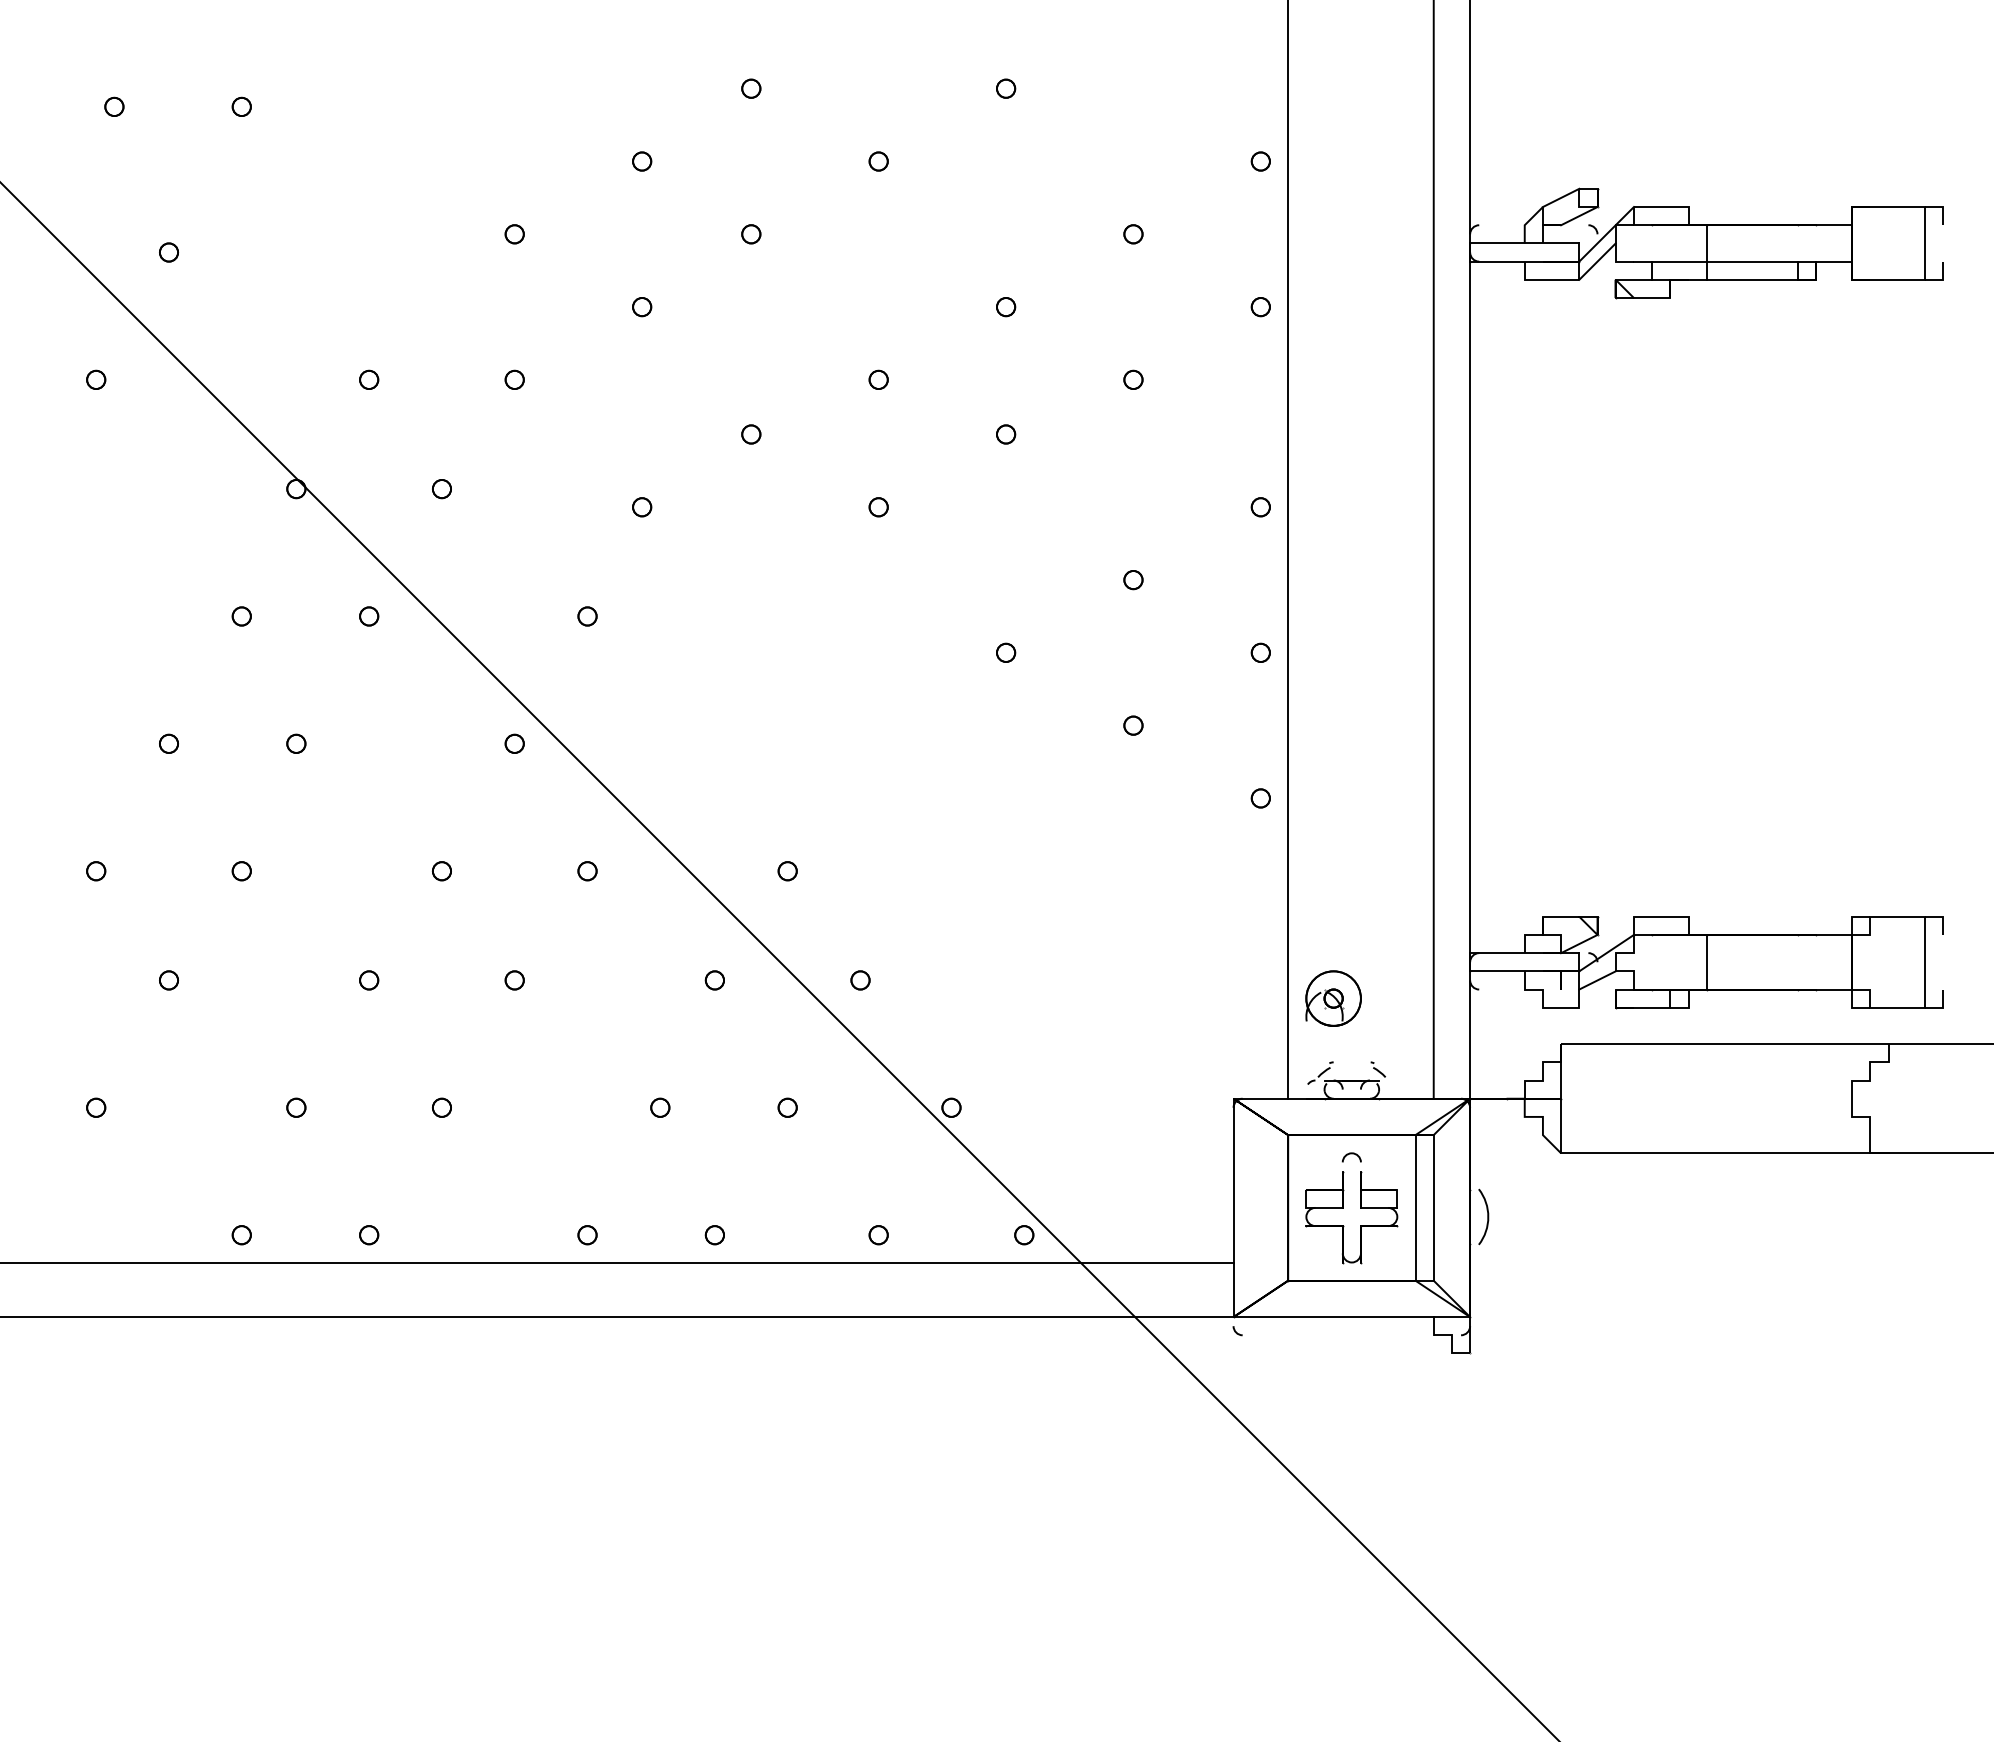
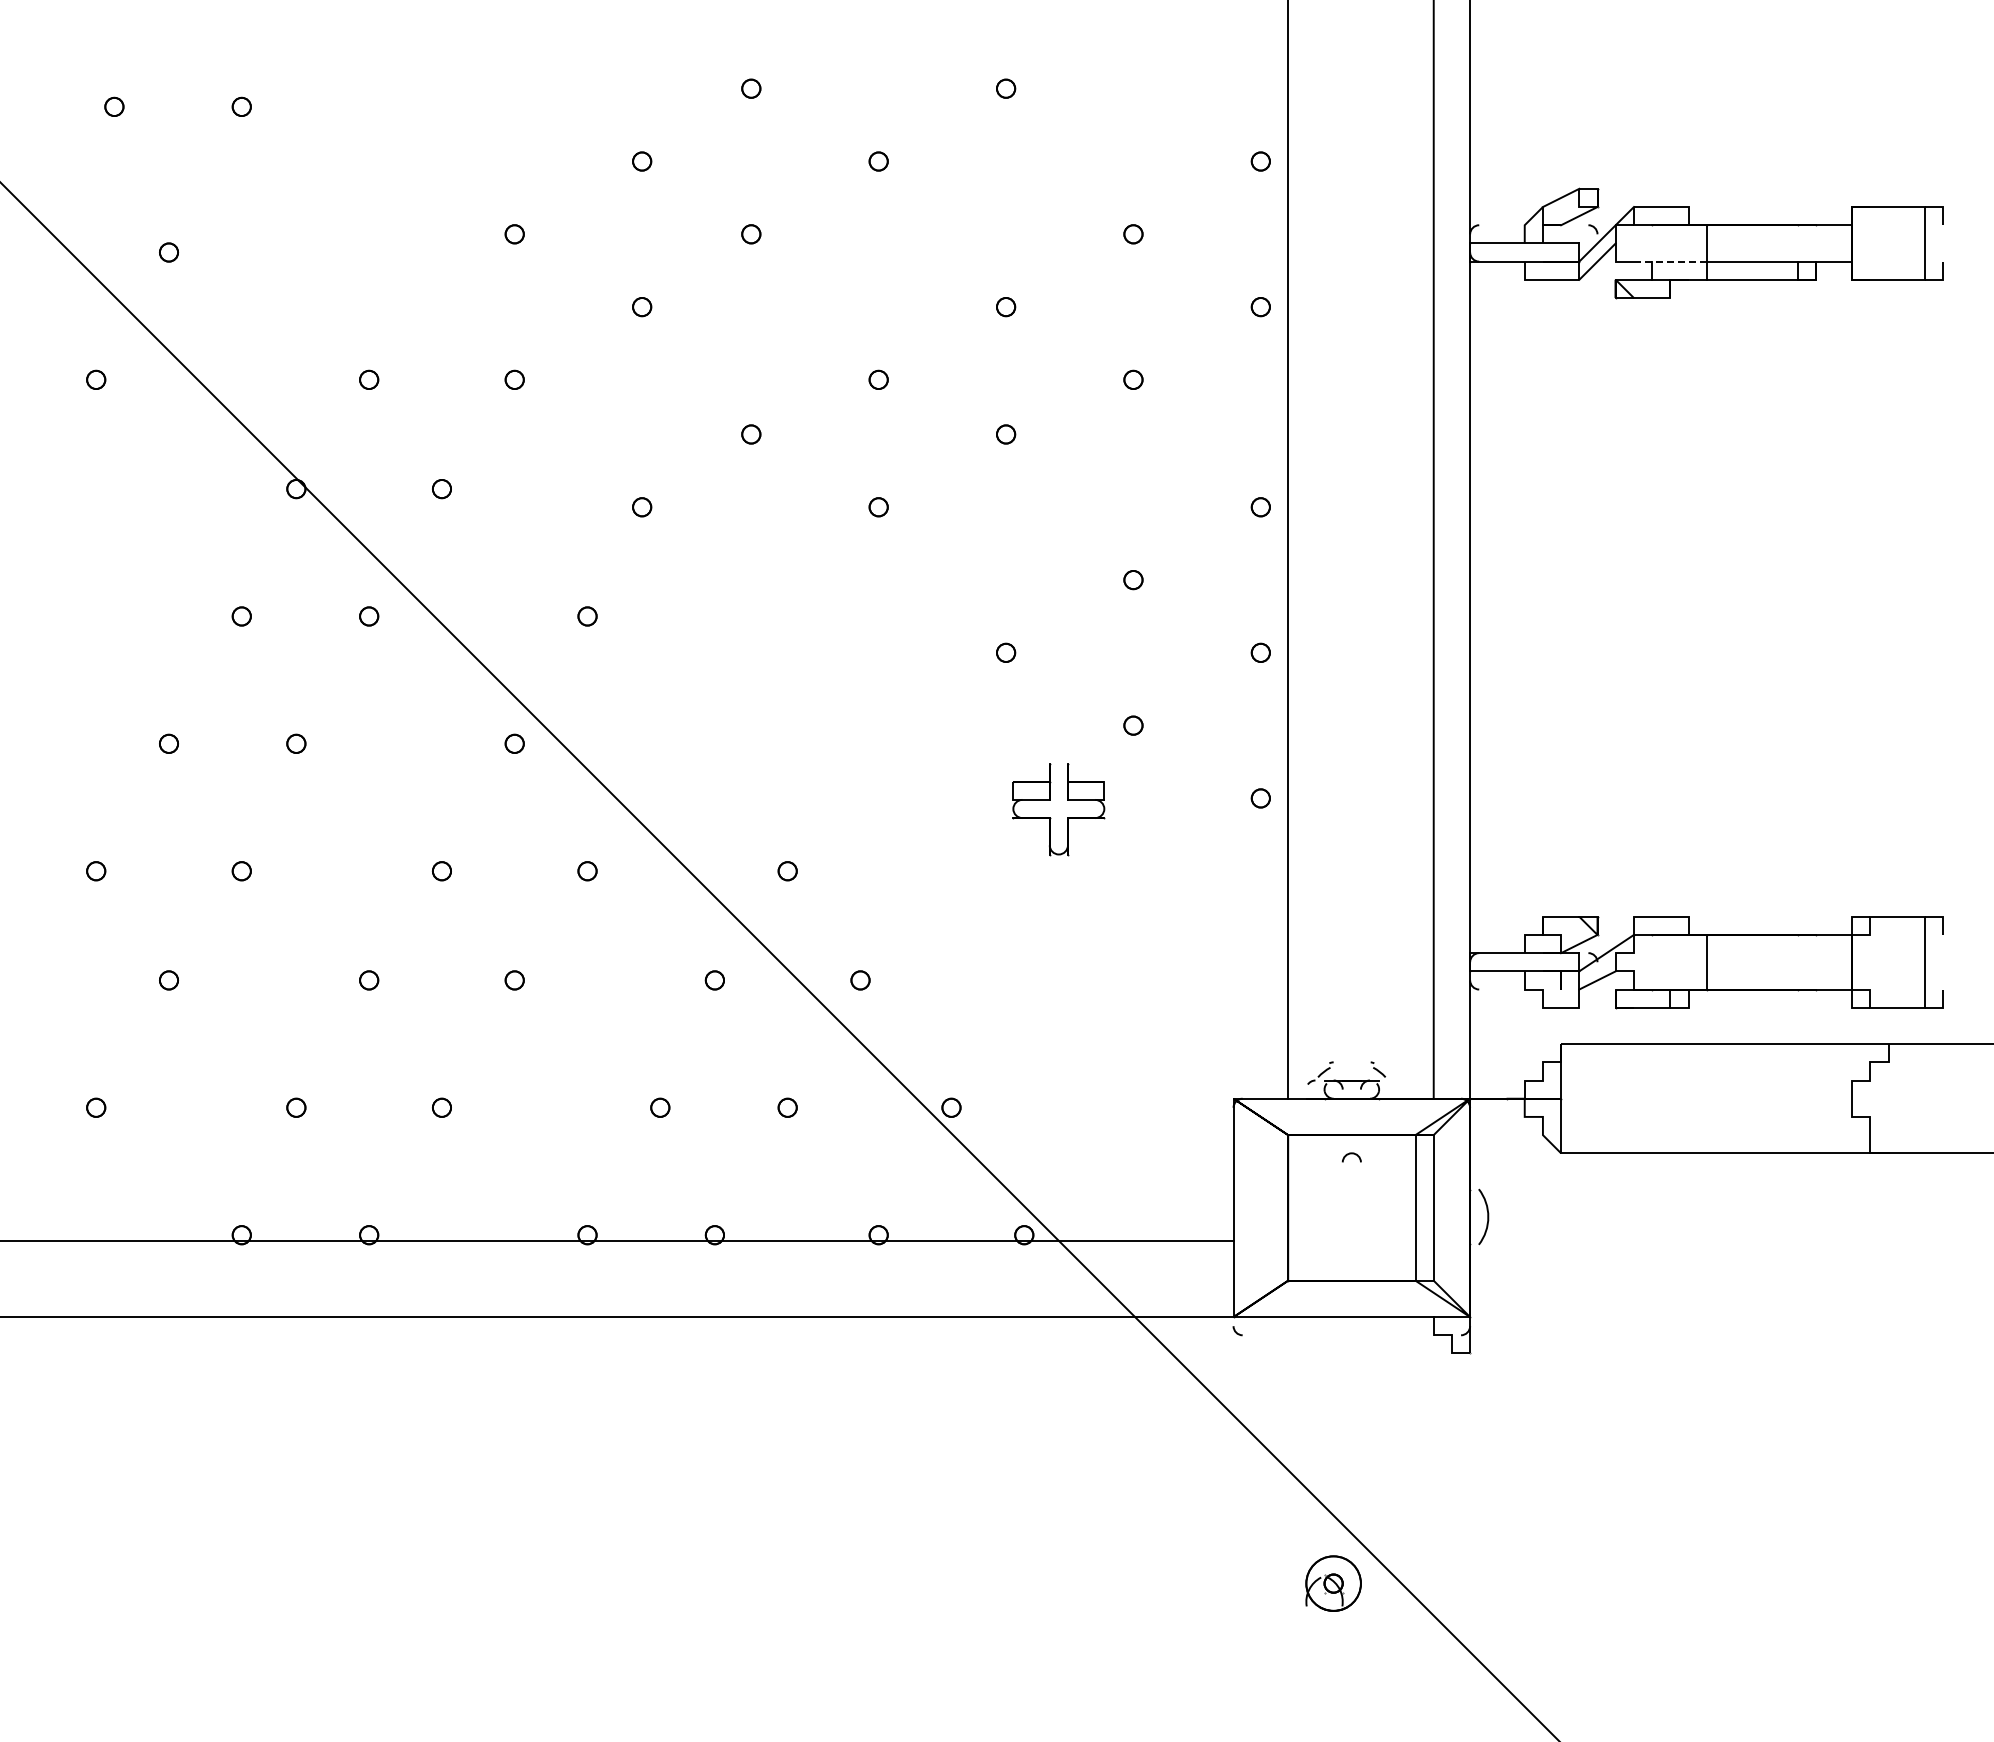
line at (1670, 261): solid -> dashed
part at (1333, 998) position: (1333, 998) -> (1333, 1583)
part at (1343, 1225) position: (1343, 1225) -> (1050, 817)
line at (617, 1262) position: (617, 1262) -> (617, 1240)
